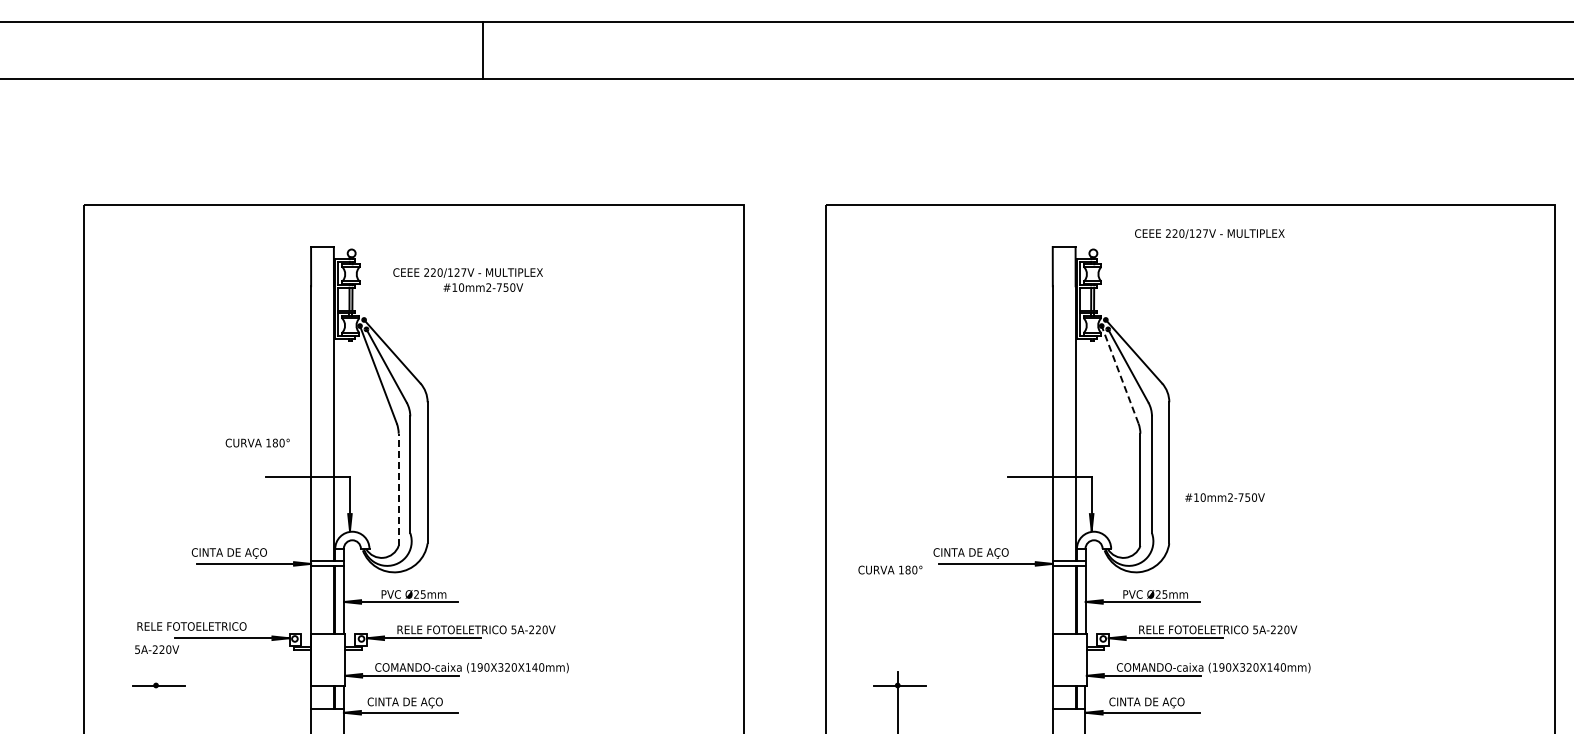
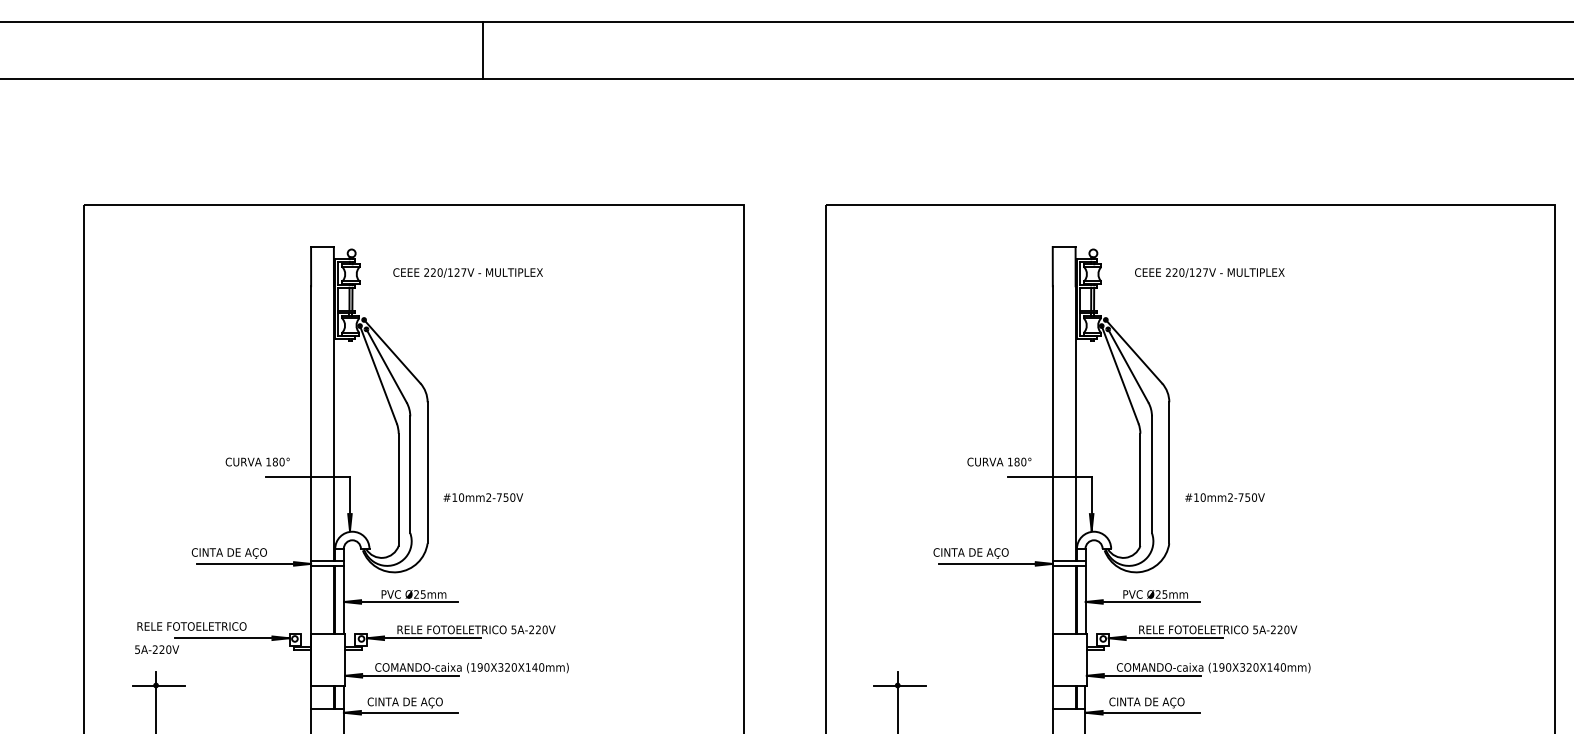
text at (1209, 233) position: (1209, 233) -> (1209, 272)
text at (483, 287) position: (483, 287) -> (483, 497)
line at (1119, 374): dashed -> solid
text at (257, 442) position: (257, 442) -> (257, 461)
line at (398, 489): dashed -> solid
text at (890, 569) position: (890, 569) -> (999, 461)
line at (156, 701): none -> present
